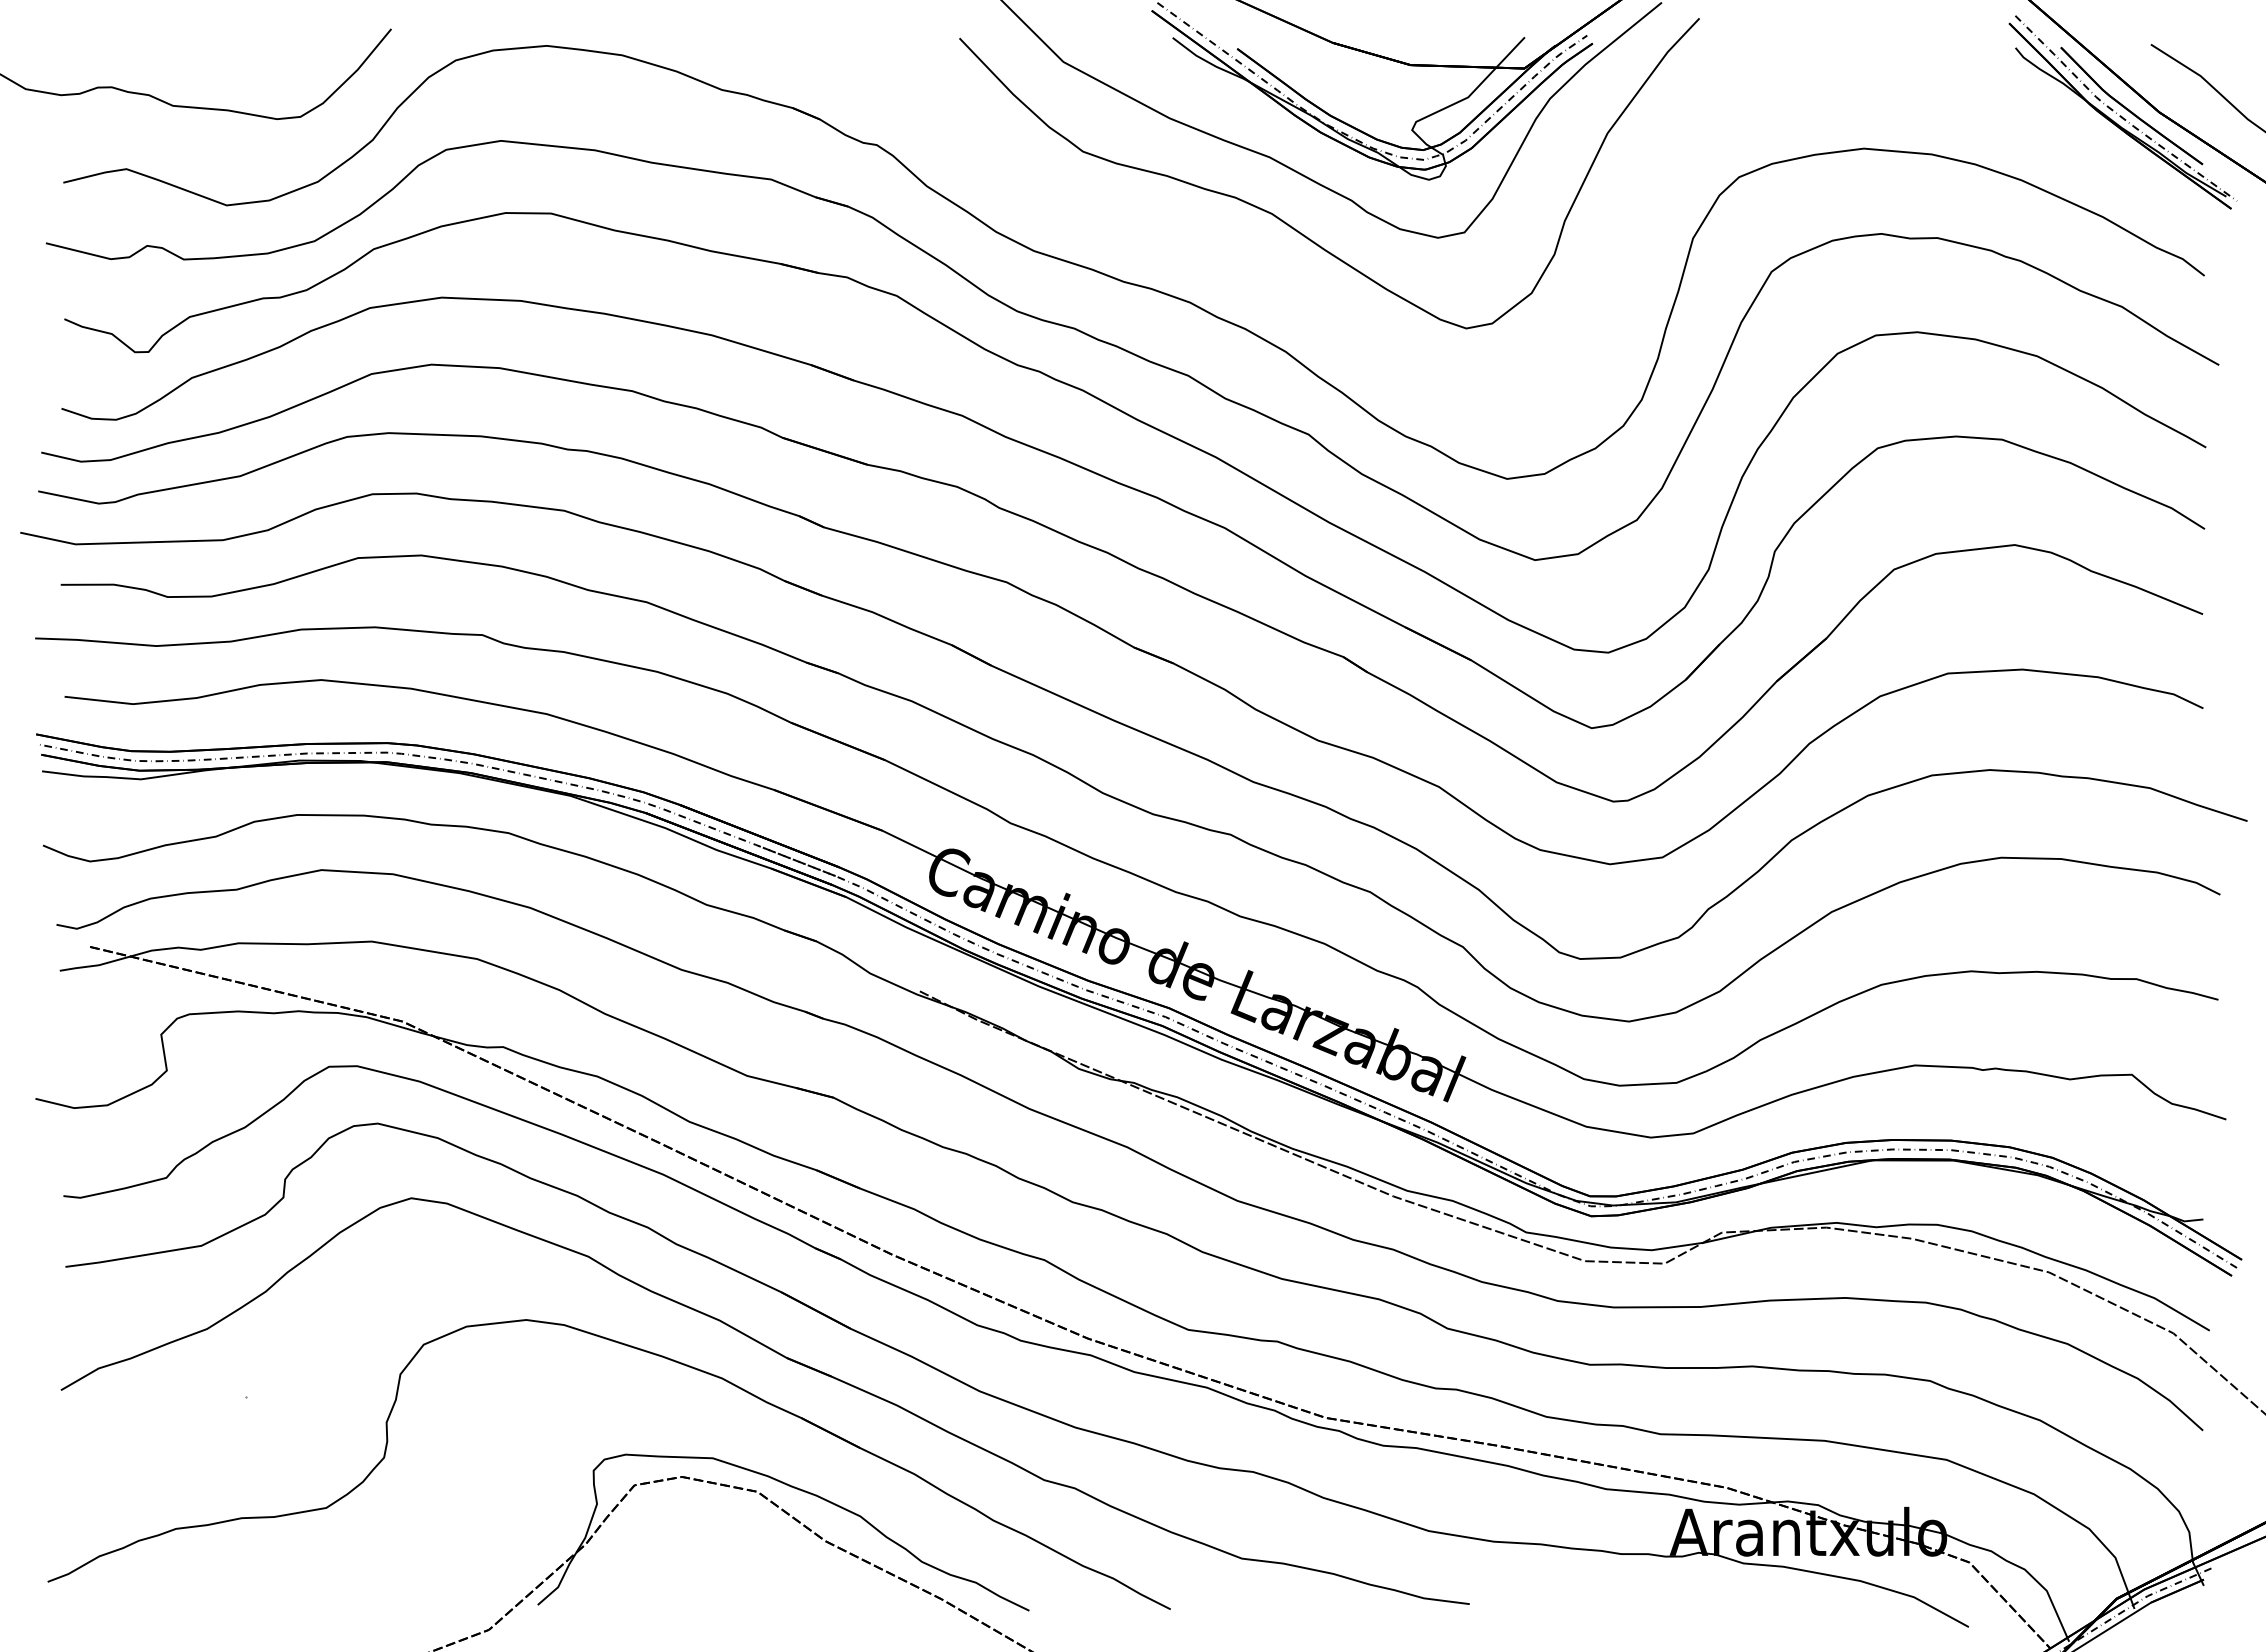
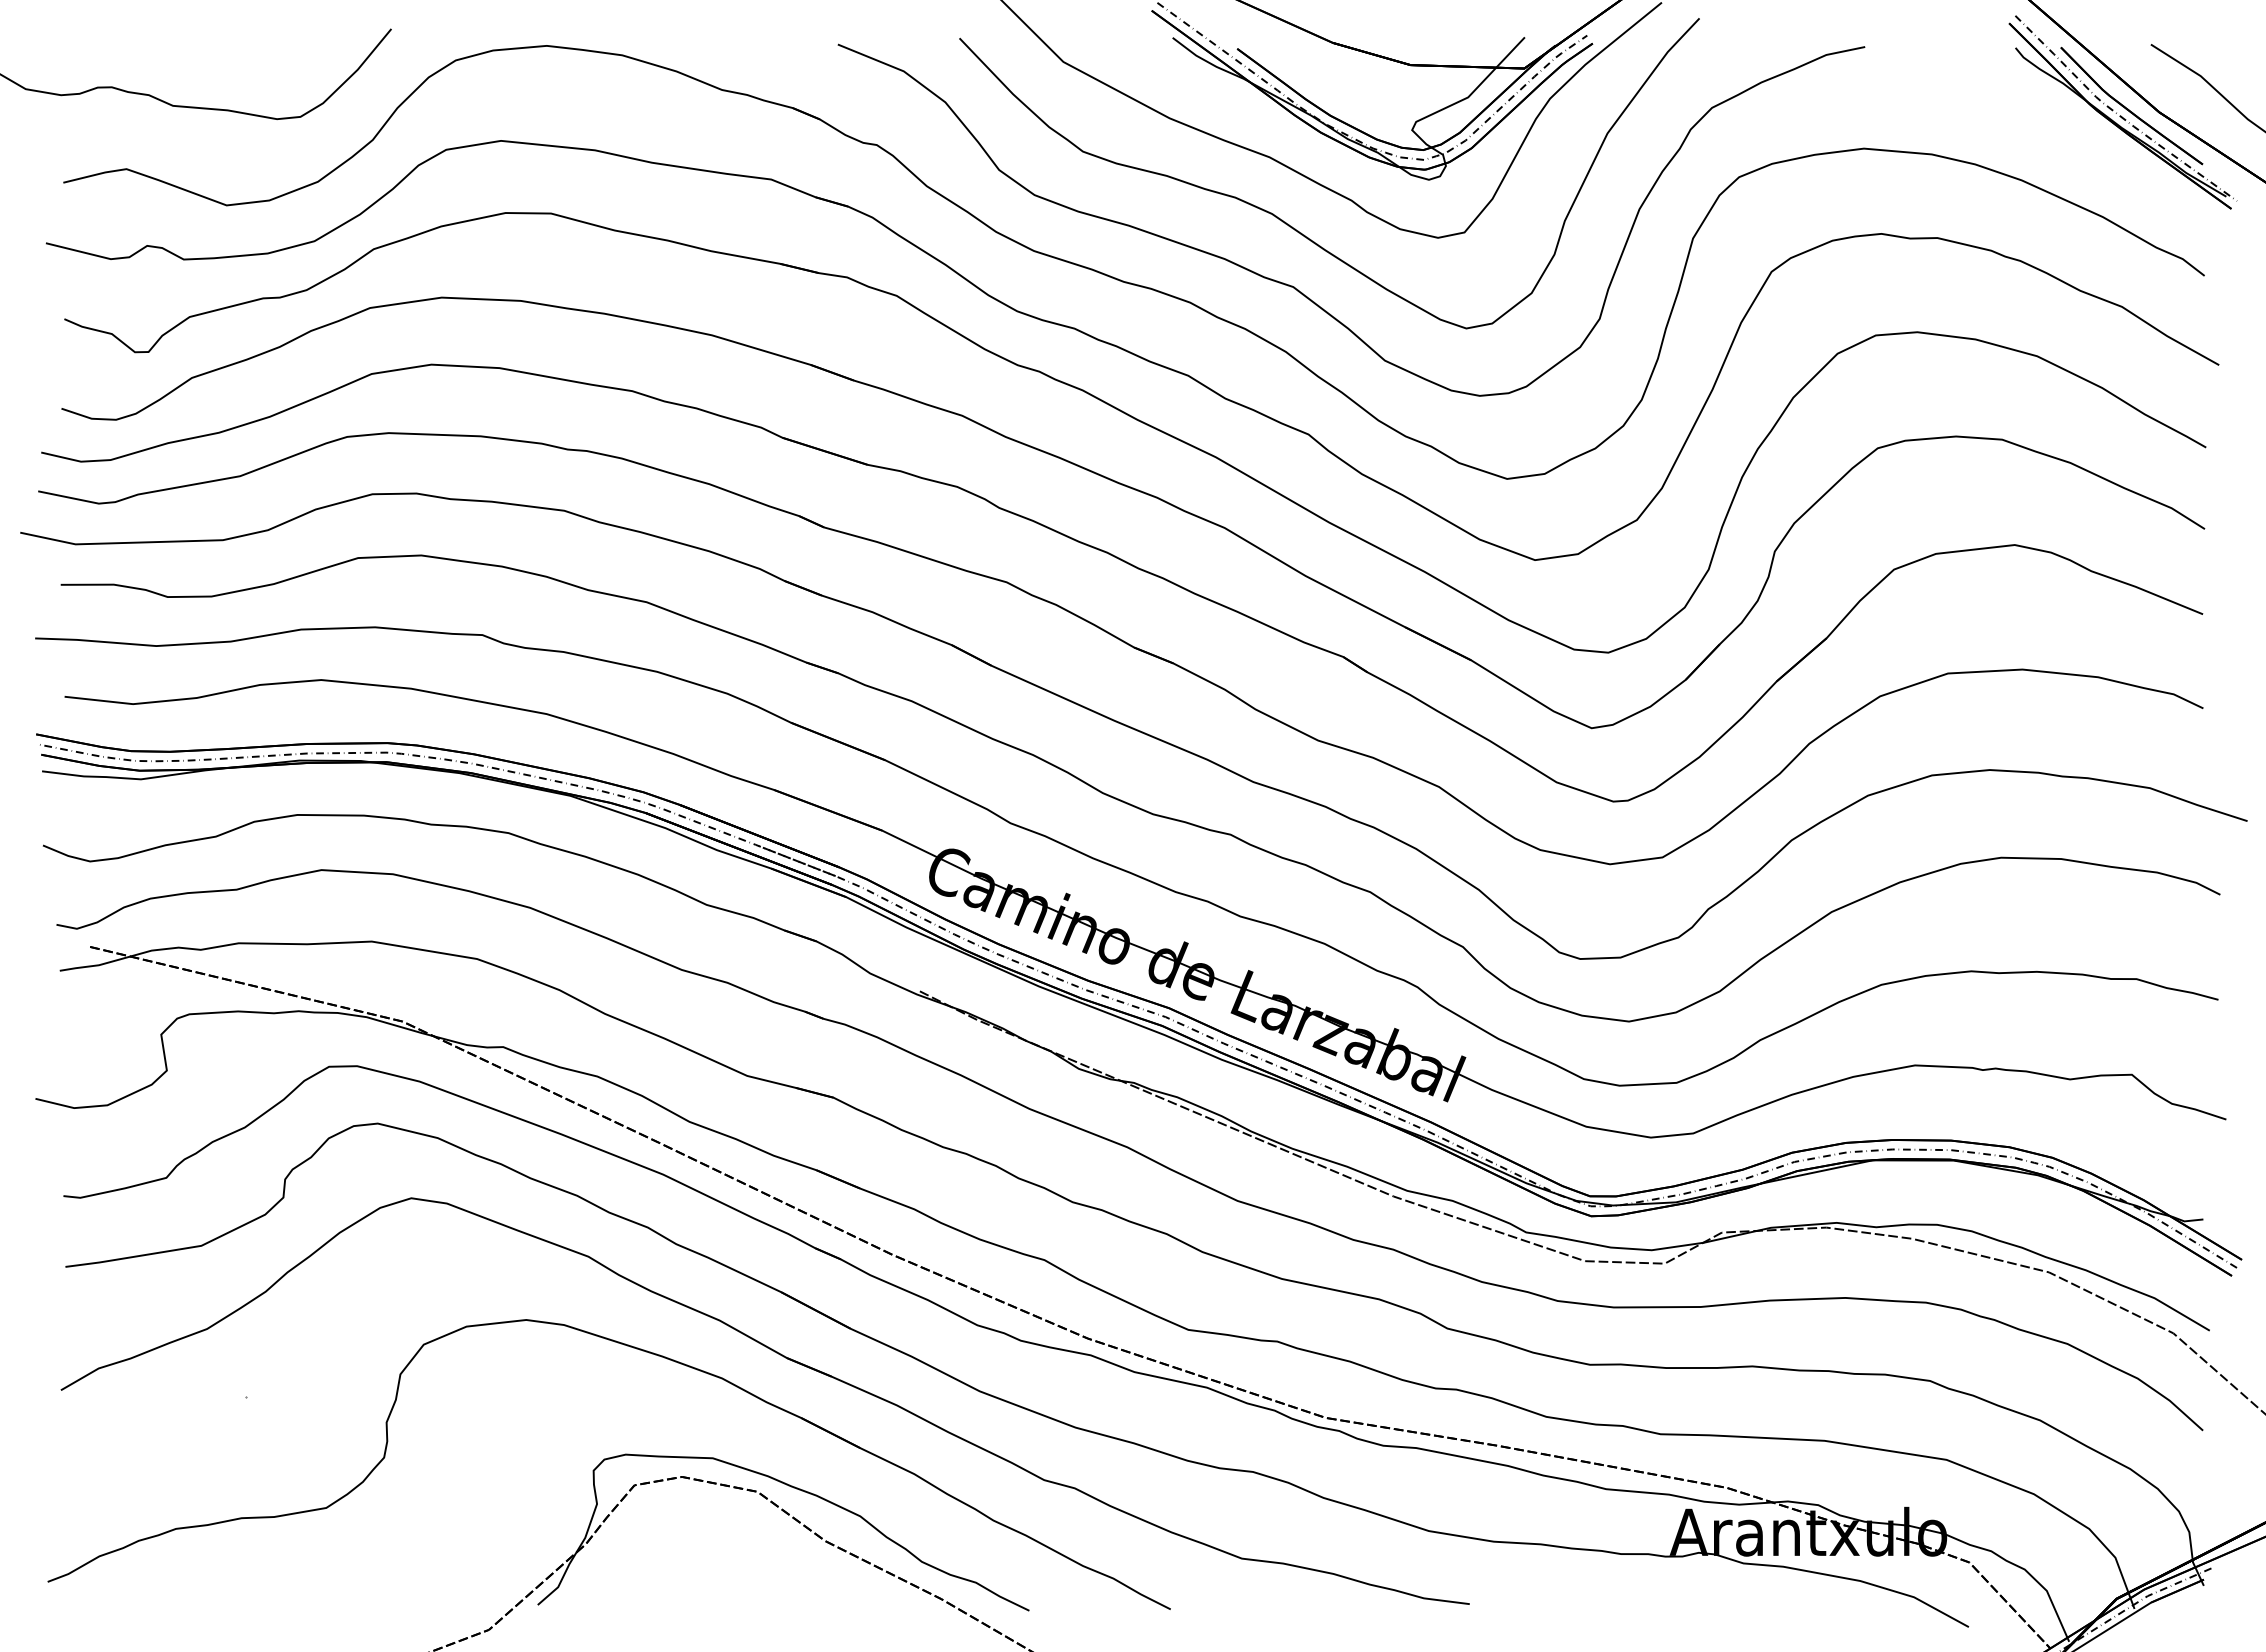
curve at (1298, 289): none -> present
